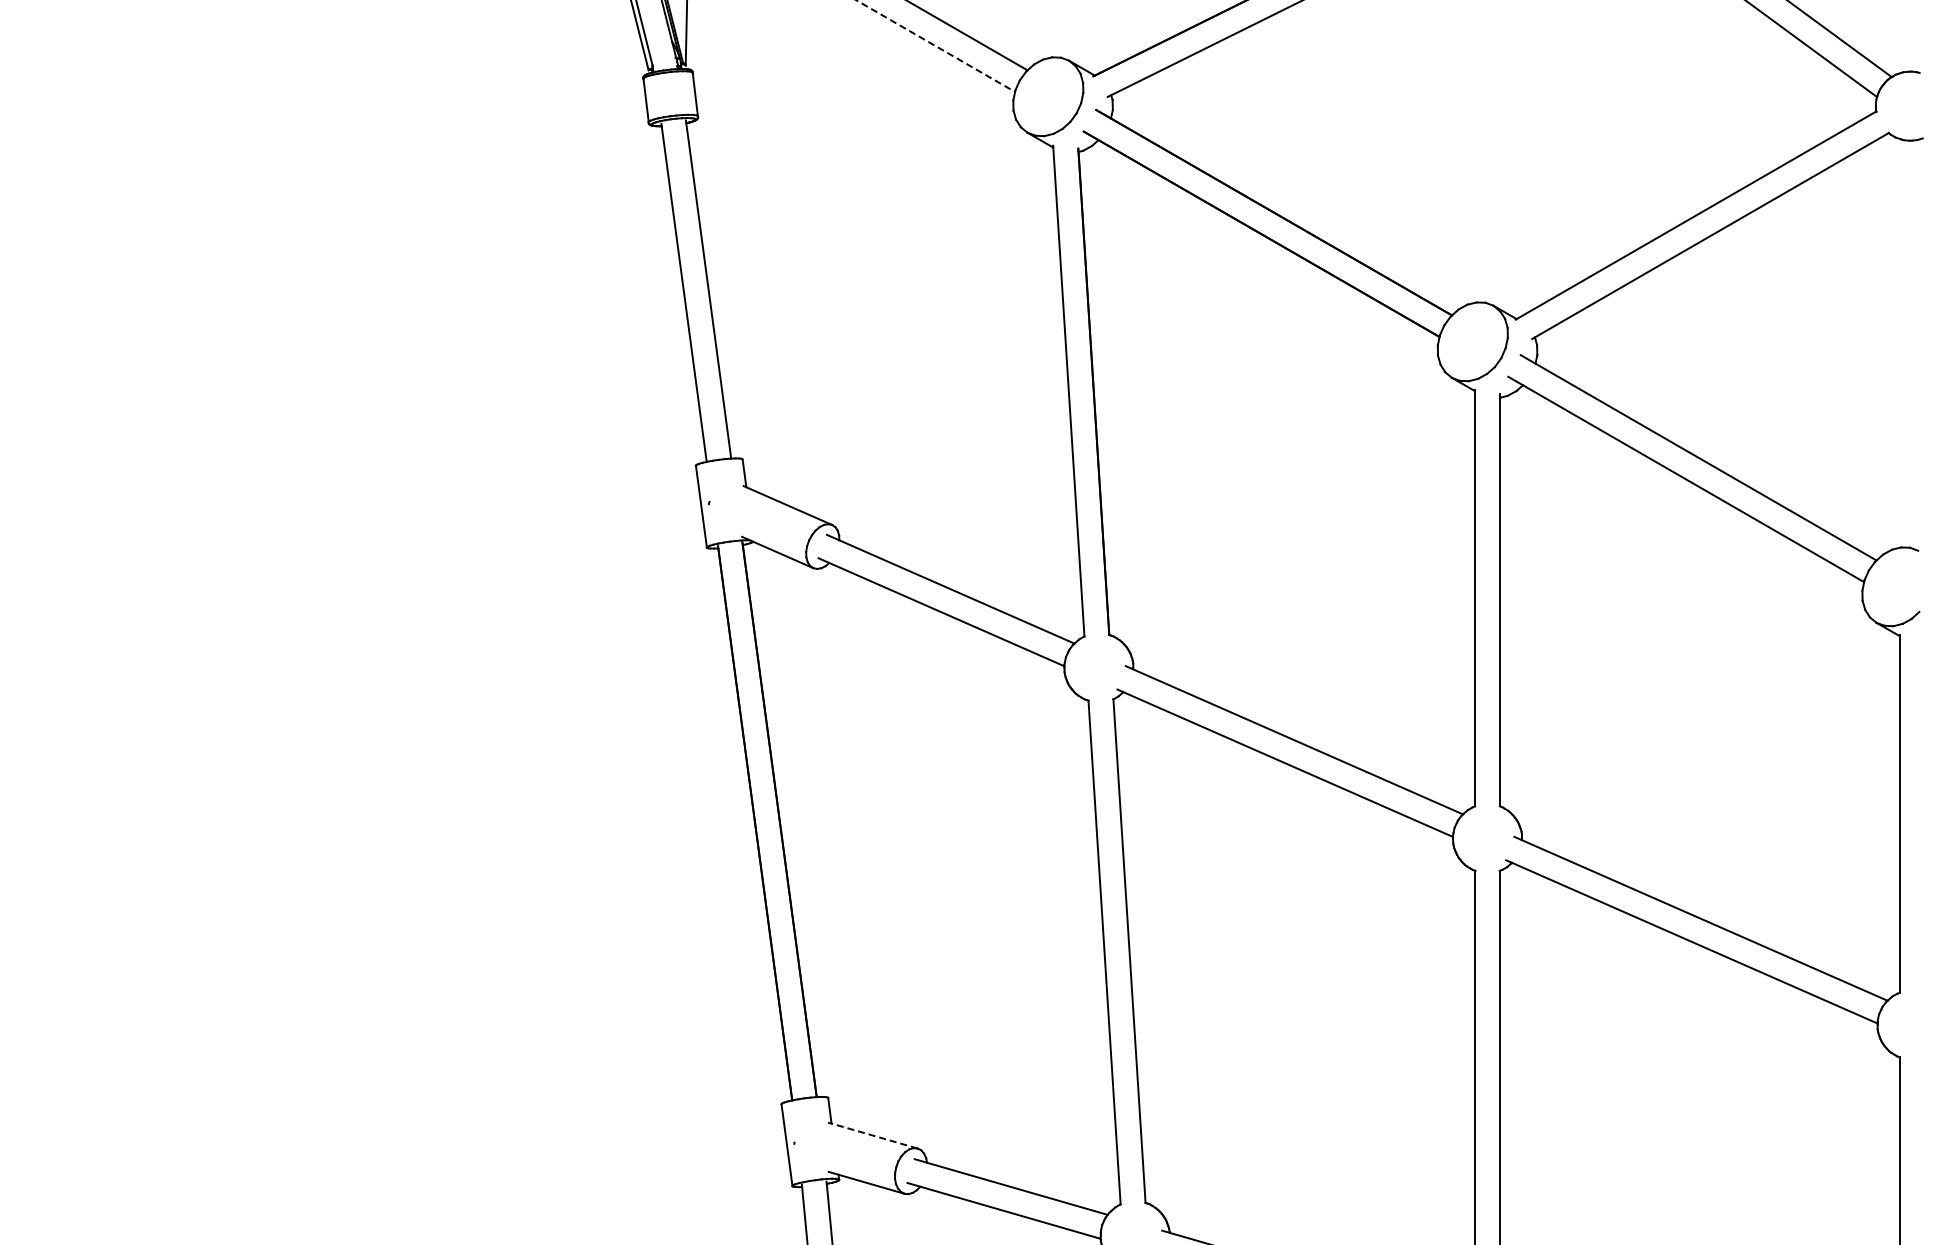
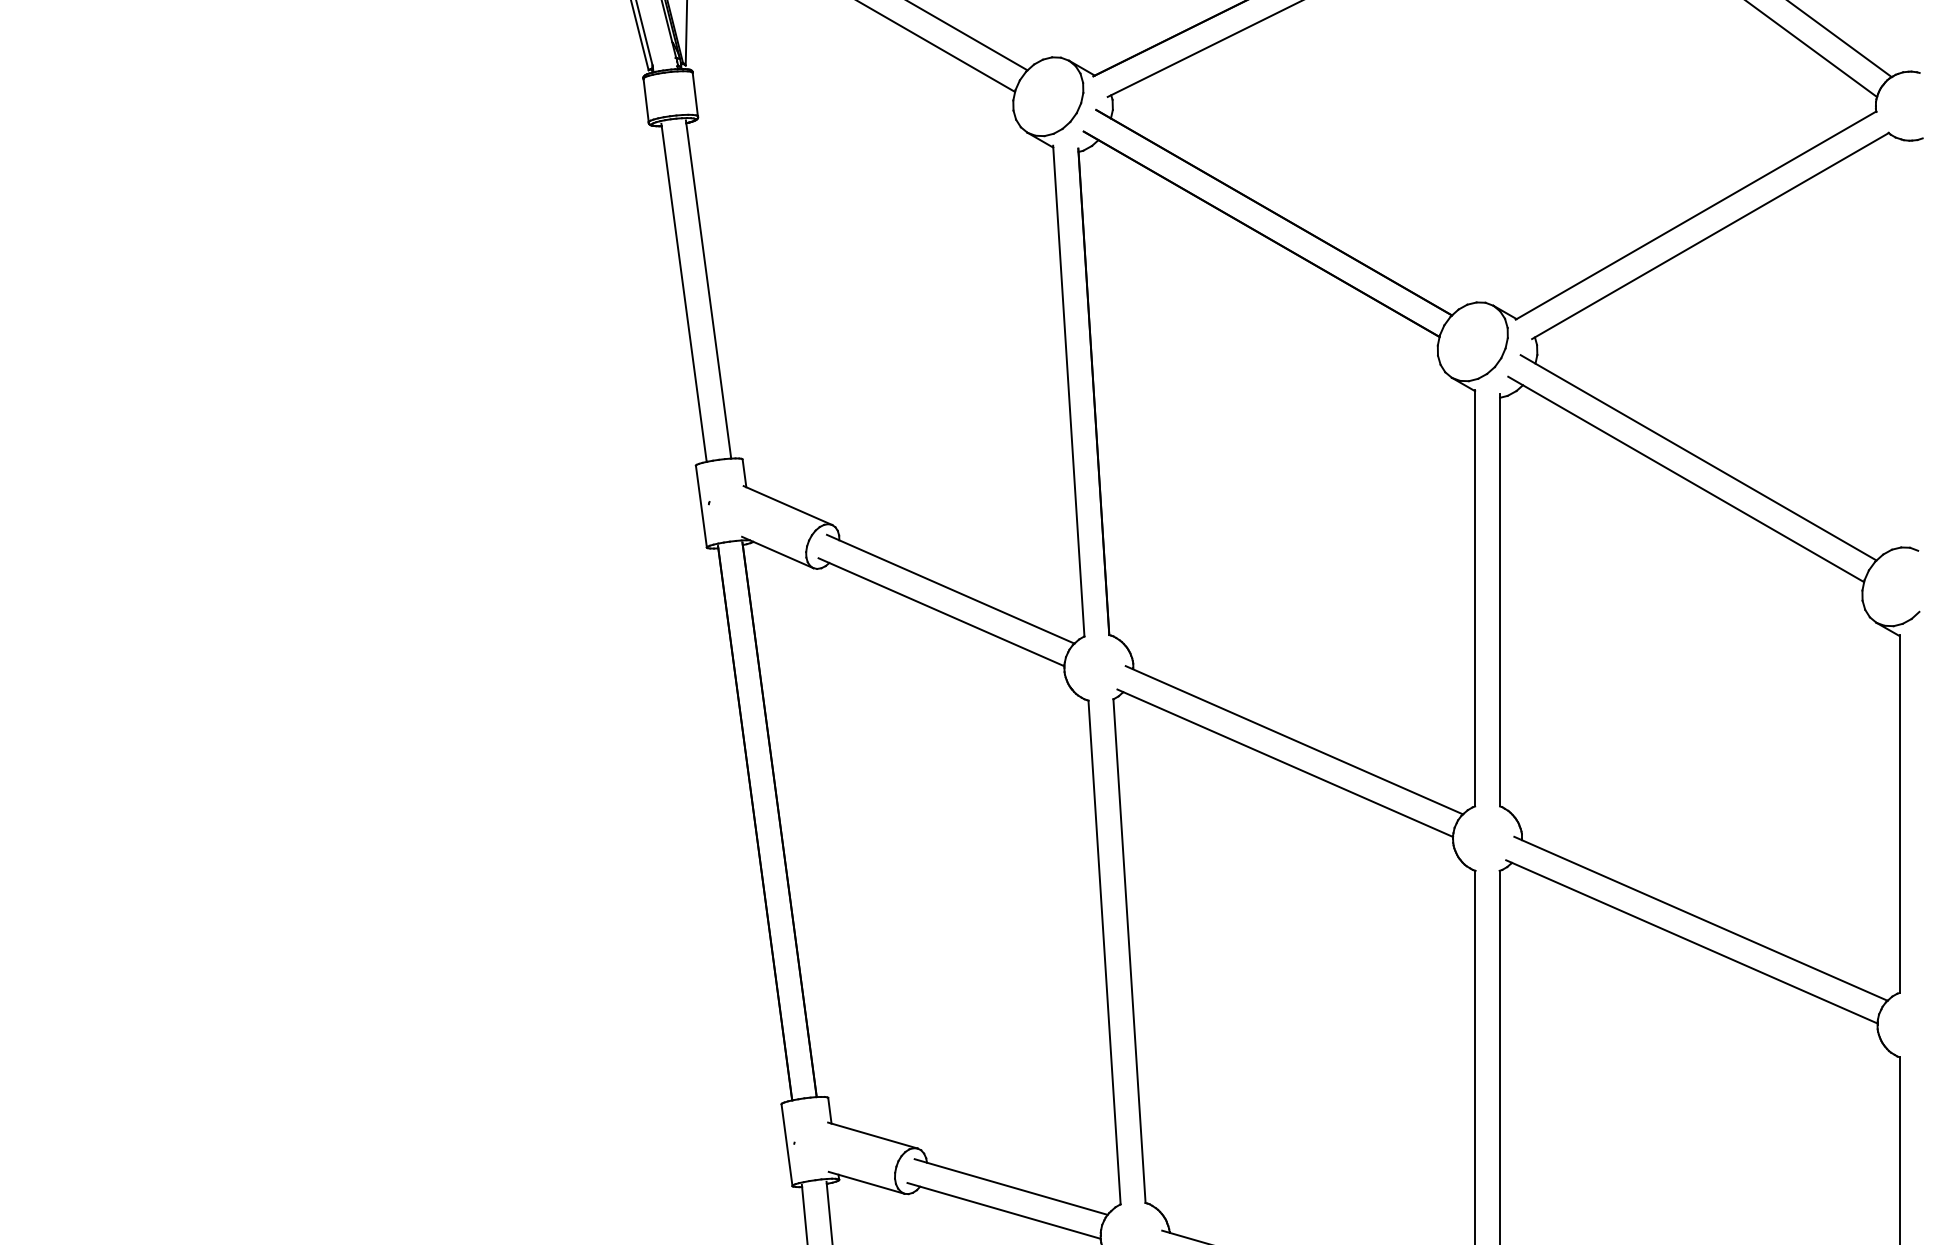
line at (935, 46): dashed -> solid
line at (872, 1135): dashed -> solid
